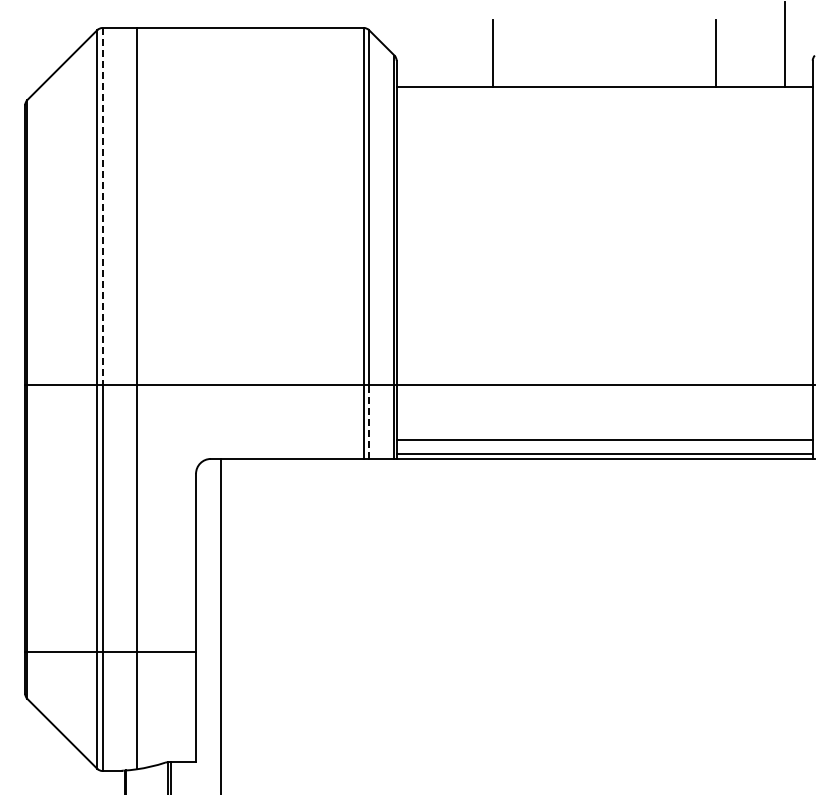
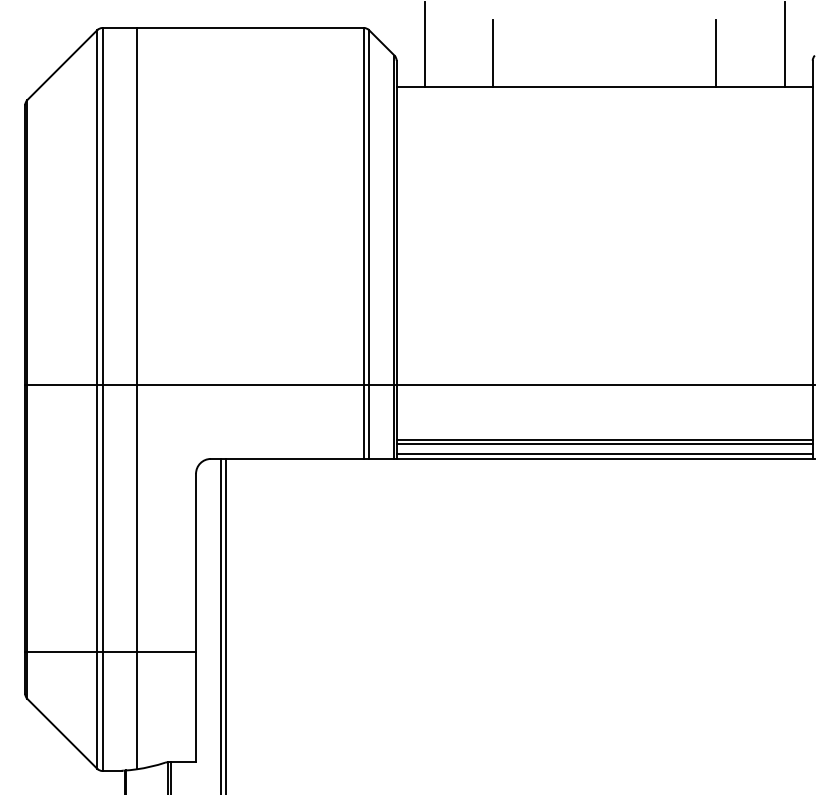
line at (424, 44): none -> present
line at (102, 206): dashed -> solid
line at (369, 421): dashed -> solid
line at (604, 444): none -> present
line at (225, 624): none -> present
